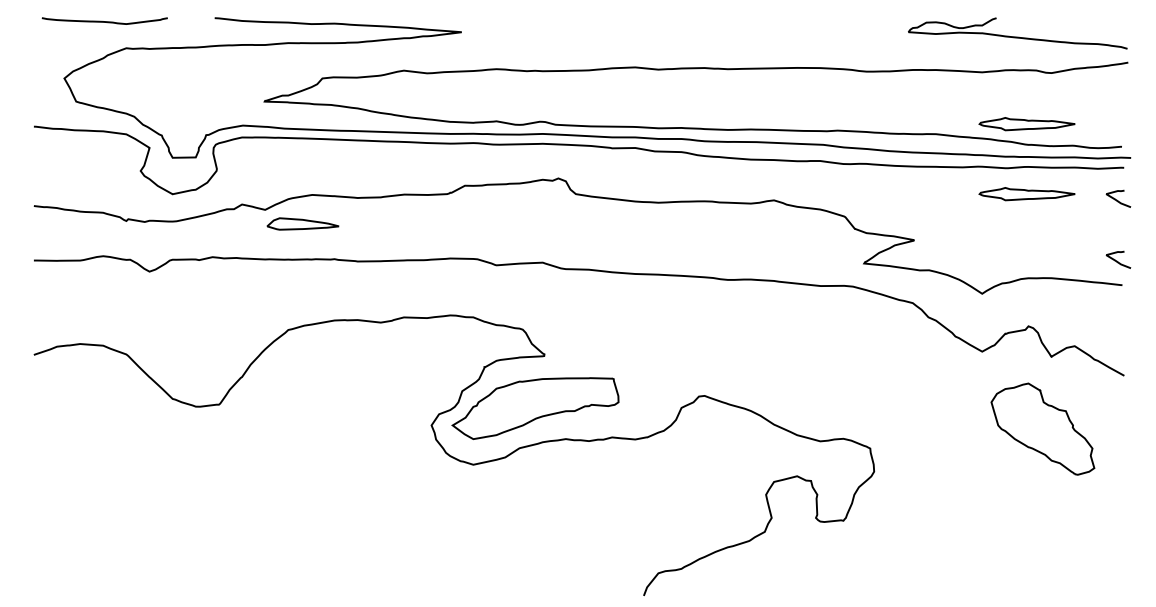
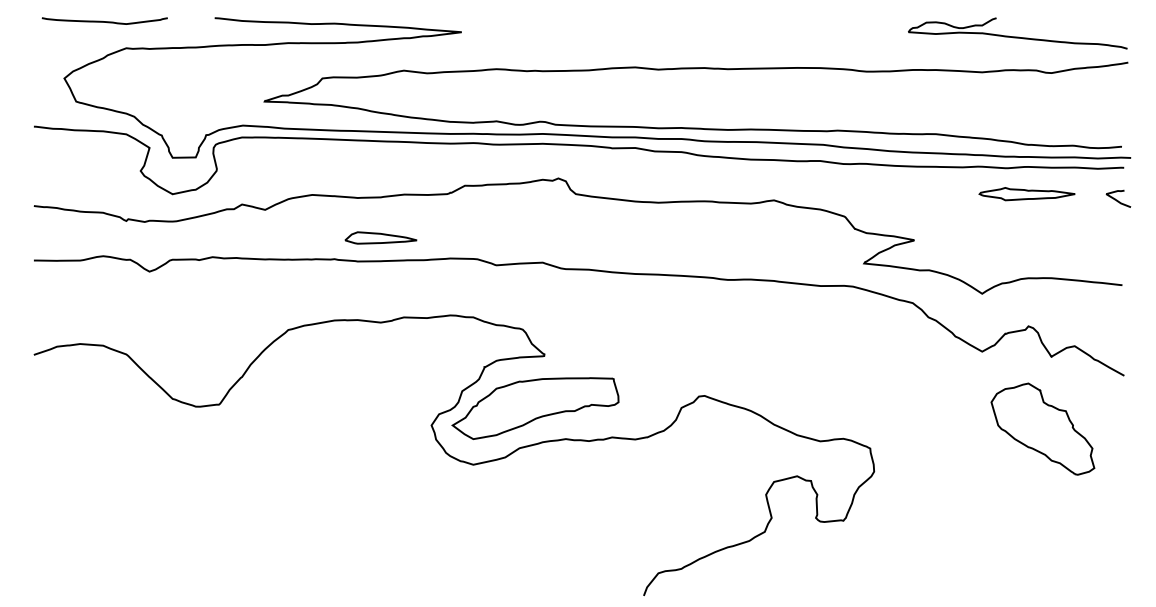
part at (1026, 124): present -> none
part at (302, 223) position: (302, 223) -> (380, 237)
curve at (1117, 260): present -> none
